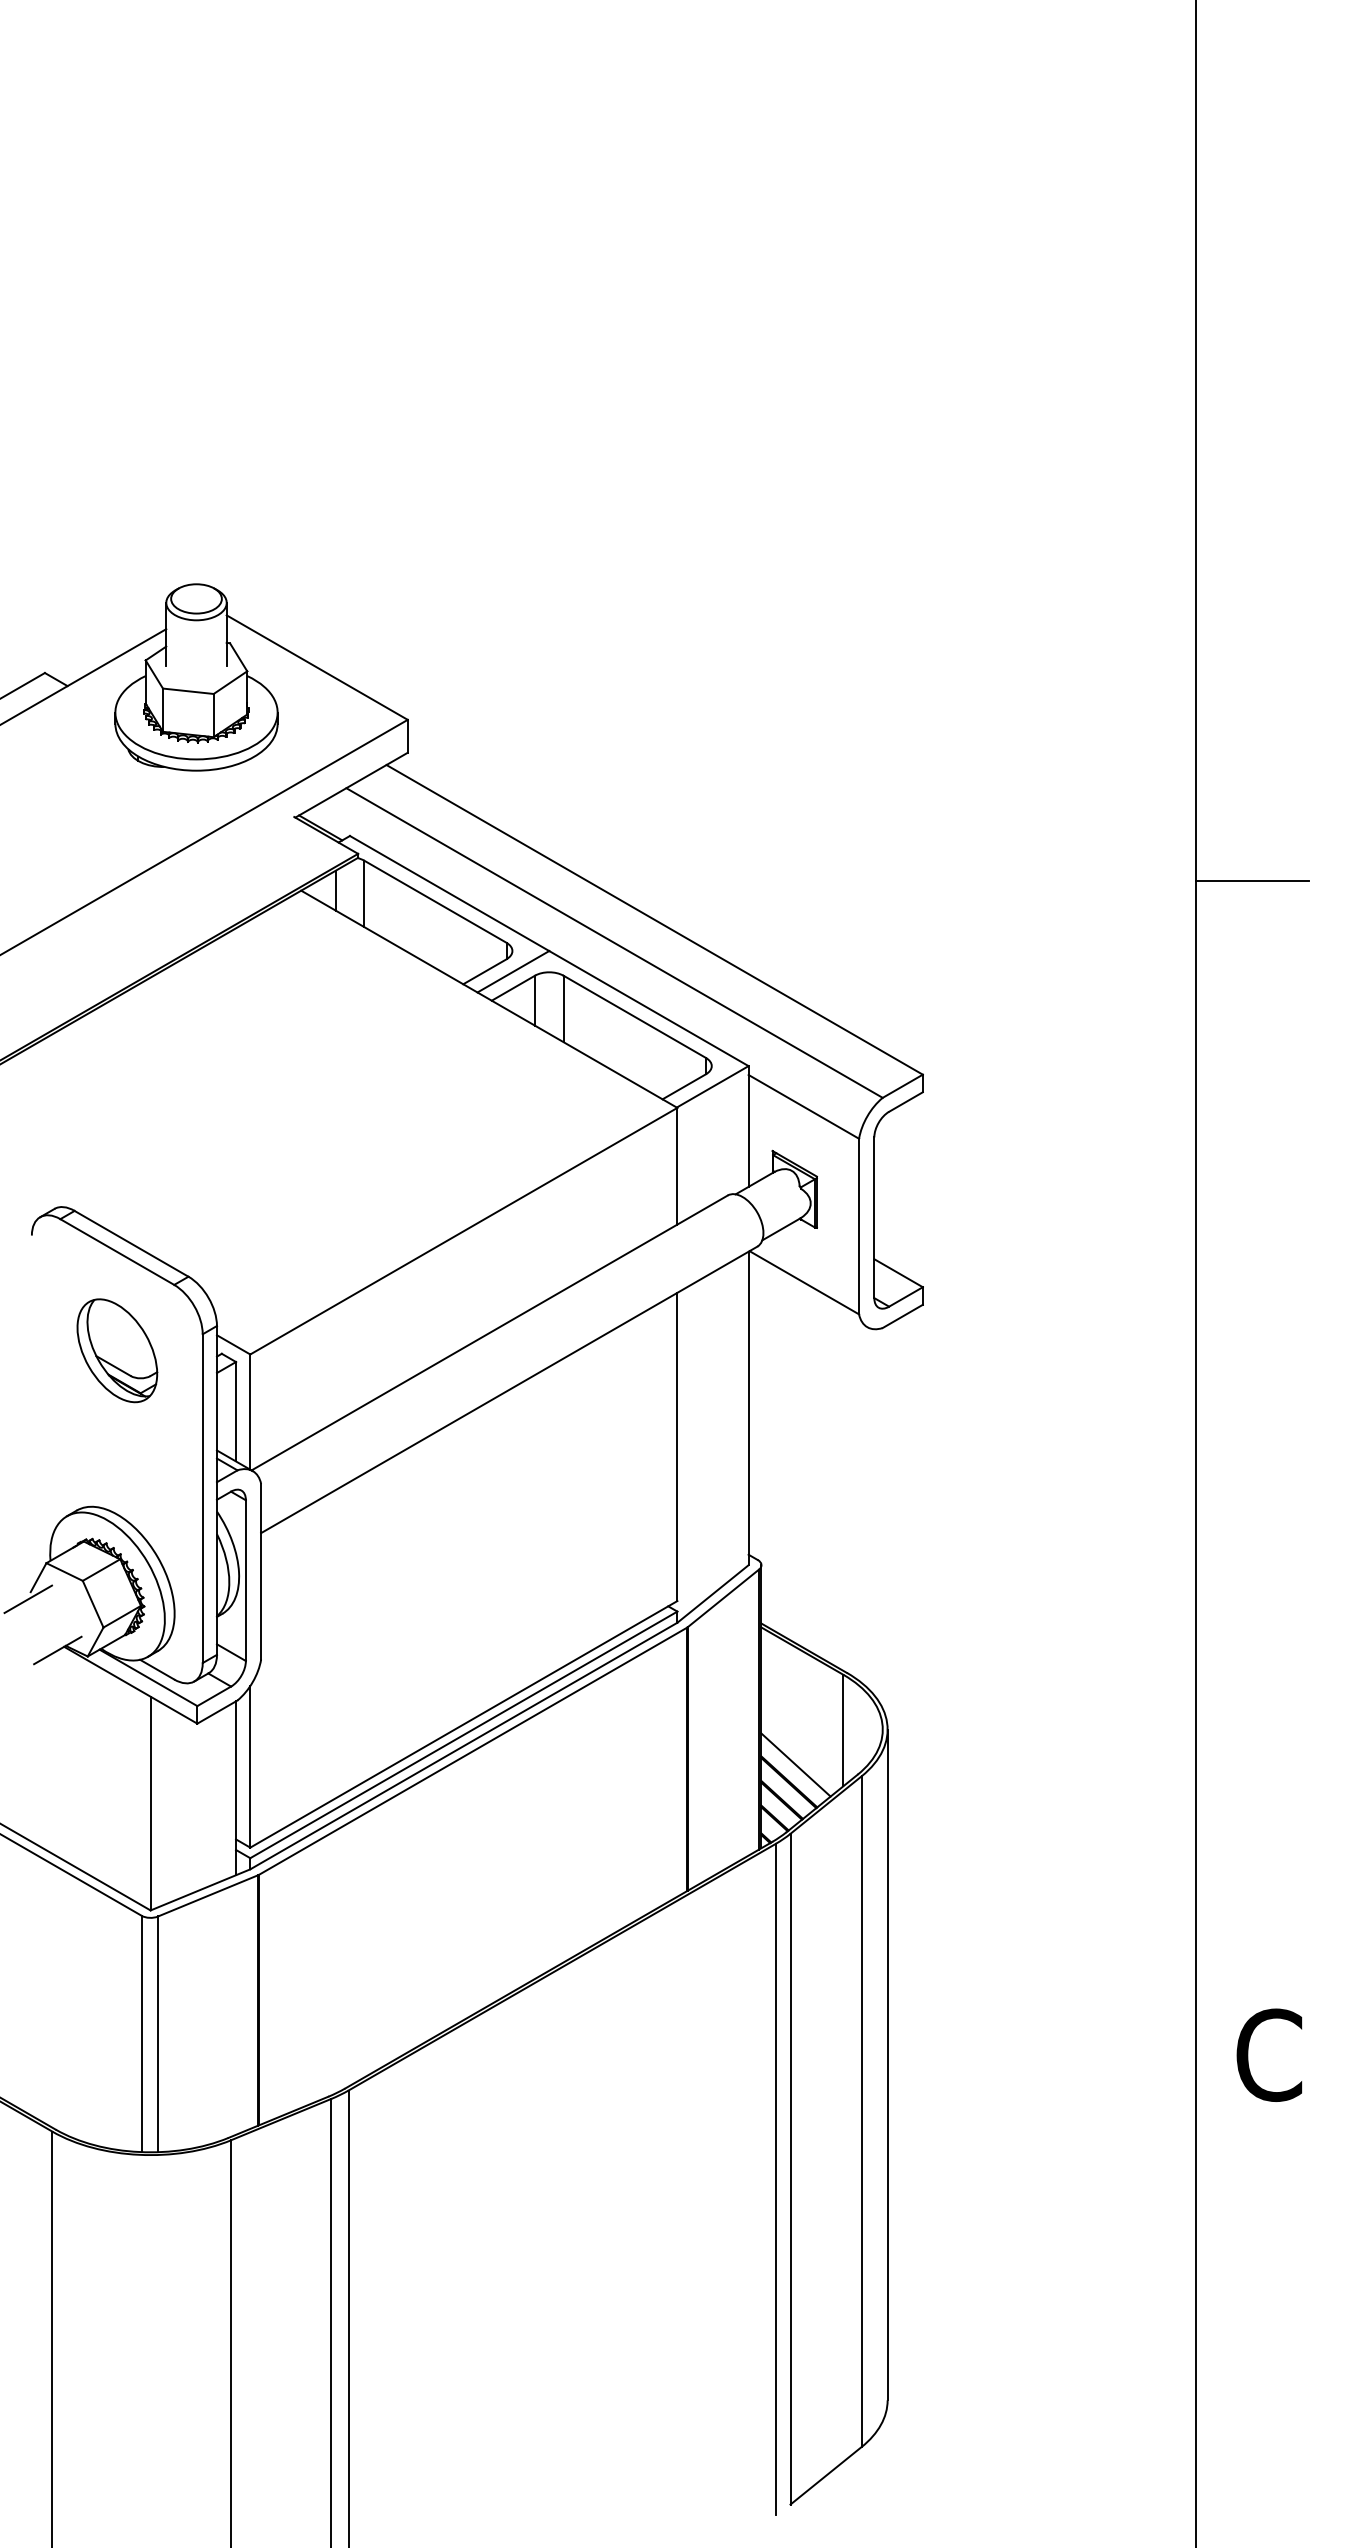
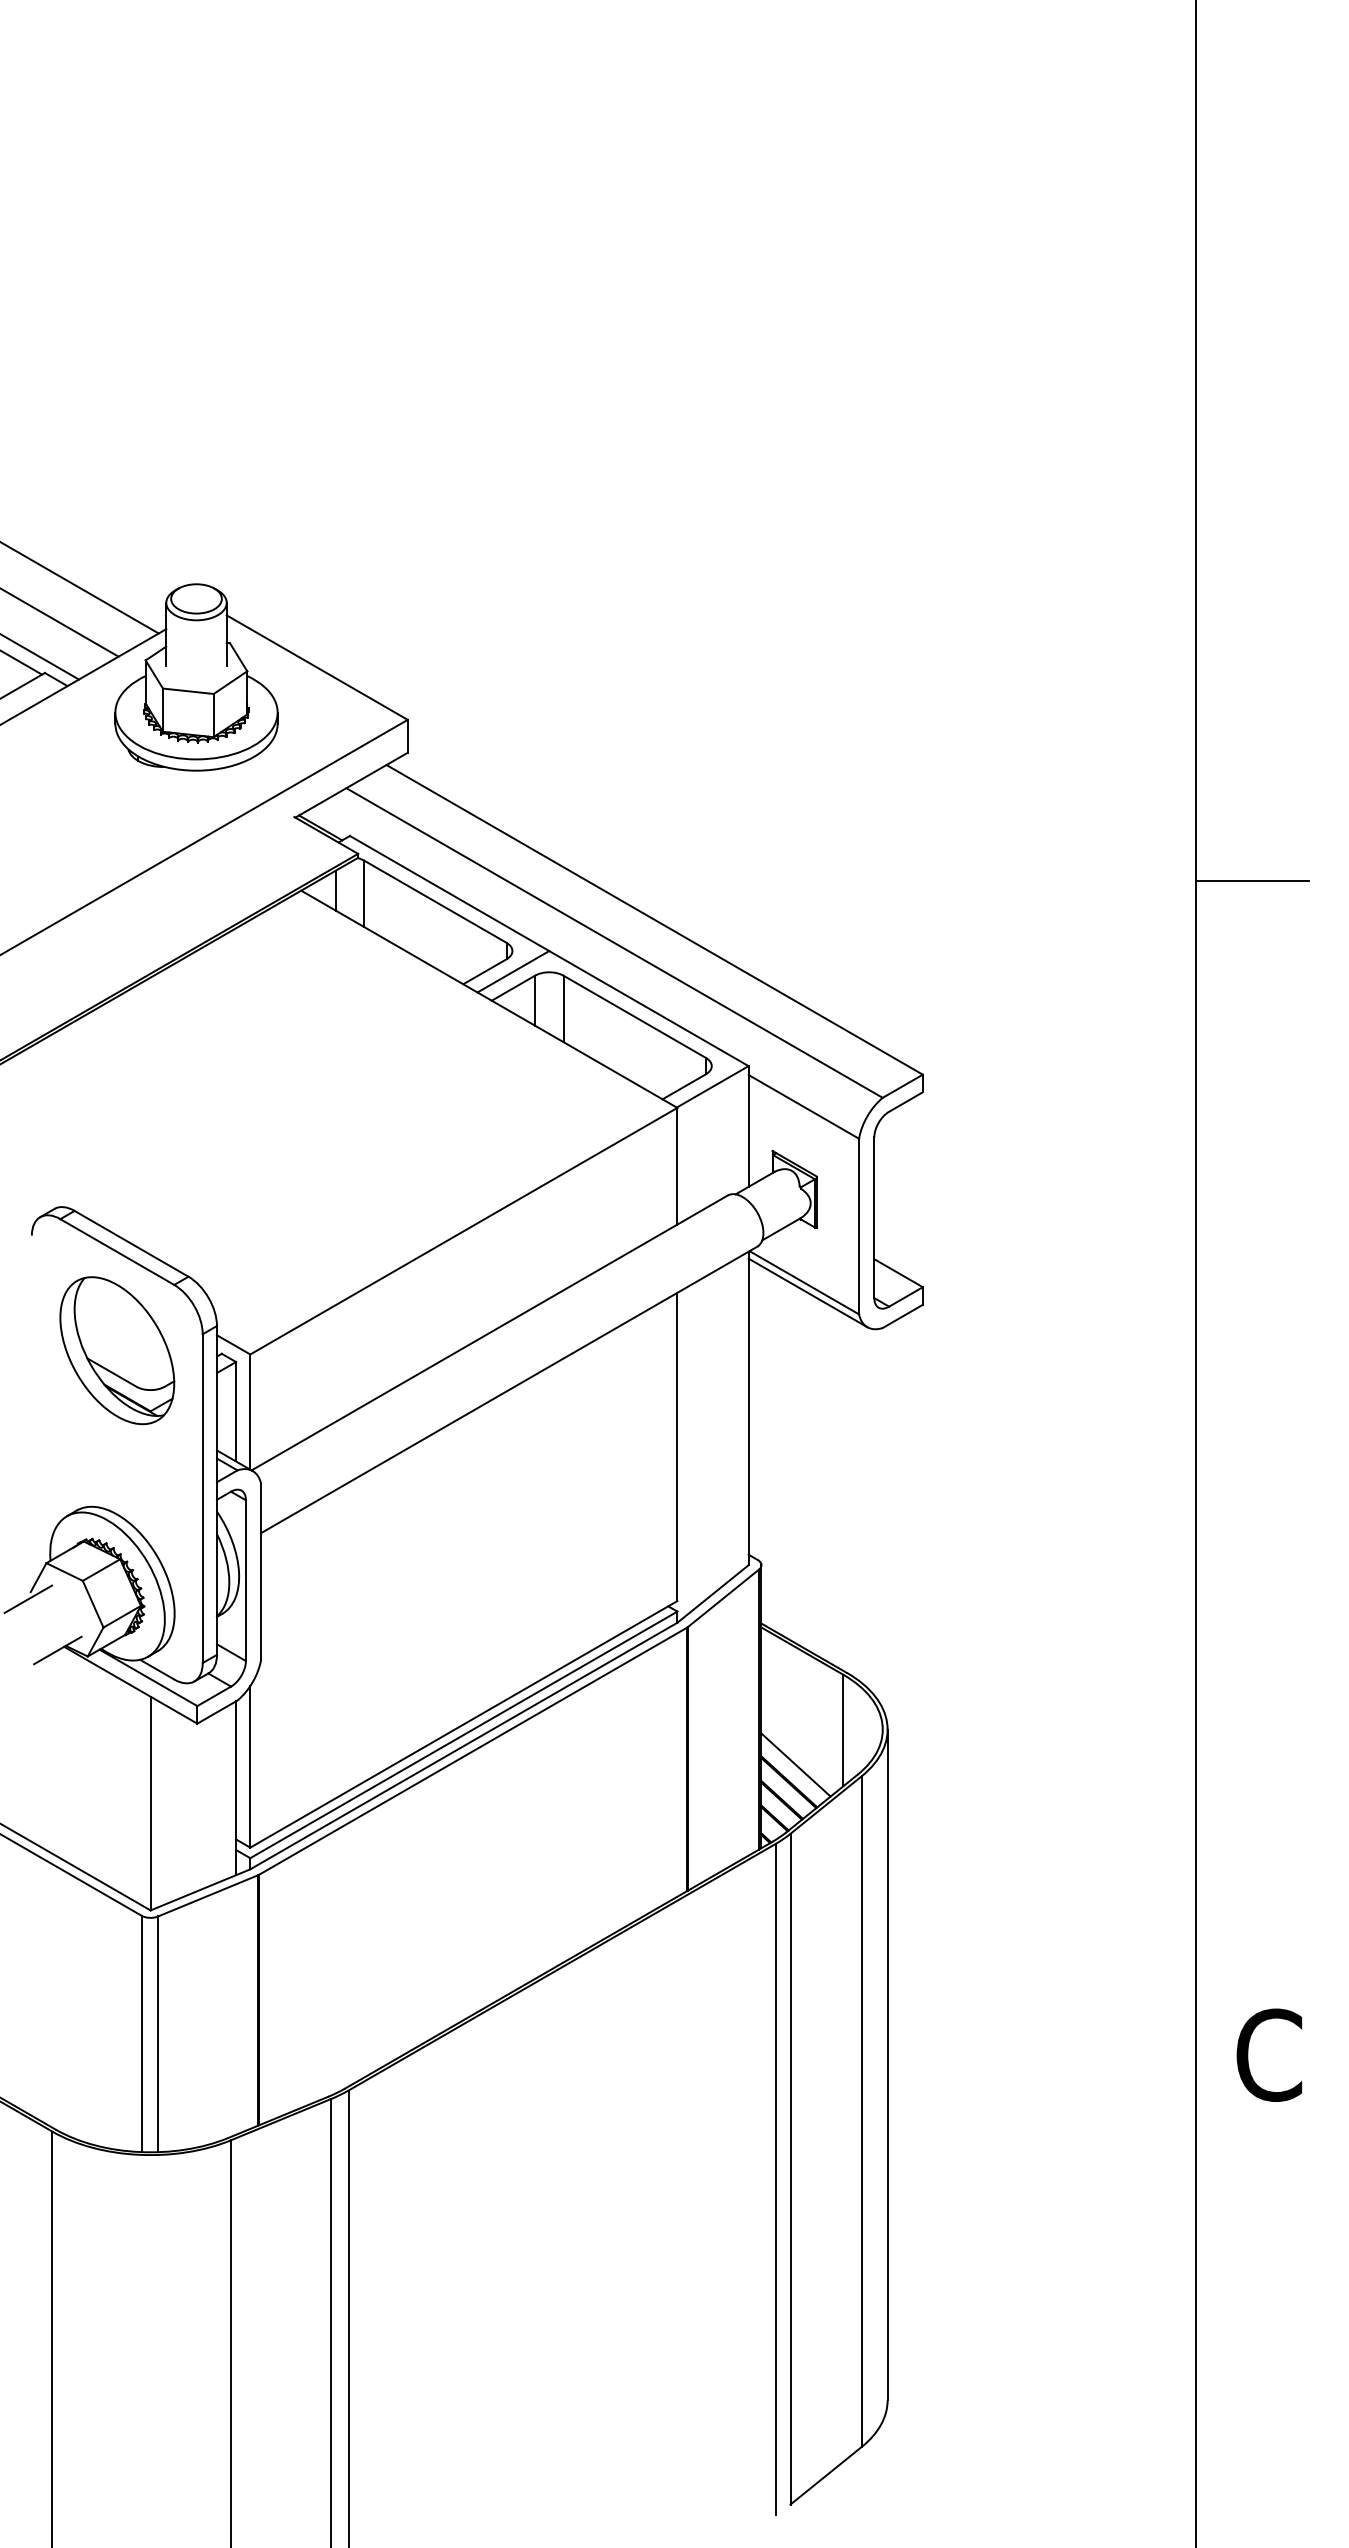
line at (80, 588): none -> present
line at (60, 622): none -> present
line at (40, 657): none -> present
line at (22, 662): none -> present
line at (807, 1292): none -> present
part at (117, 1350) size: 83x106 px -> 117x150 px
